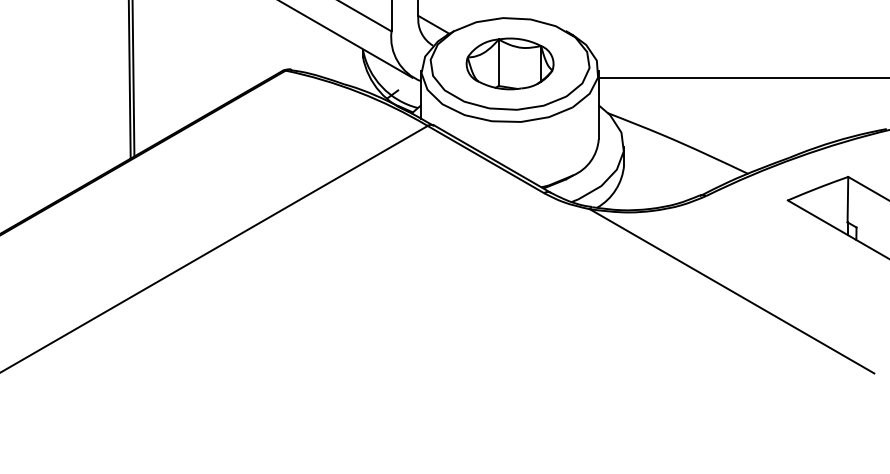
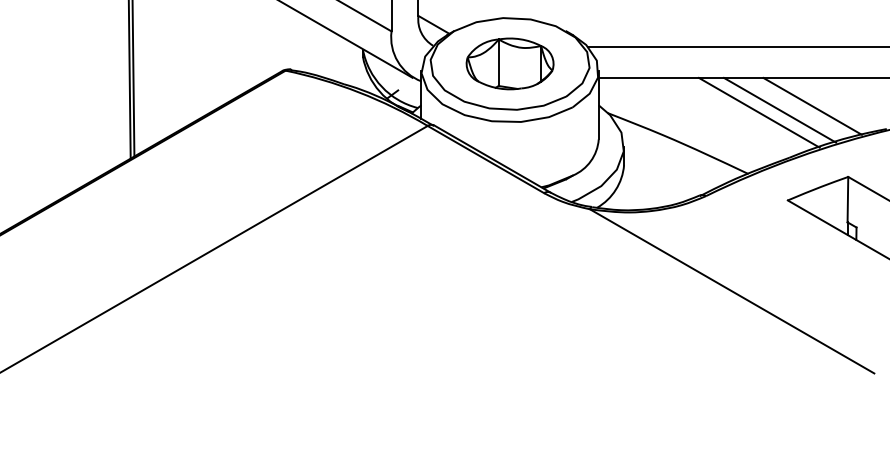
line at (737, 46): none -> present
line at (812, 105): none -> present
line at (780, 109): none -> present
line at (758, 112): none -> present
